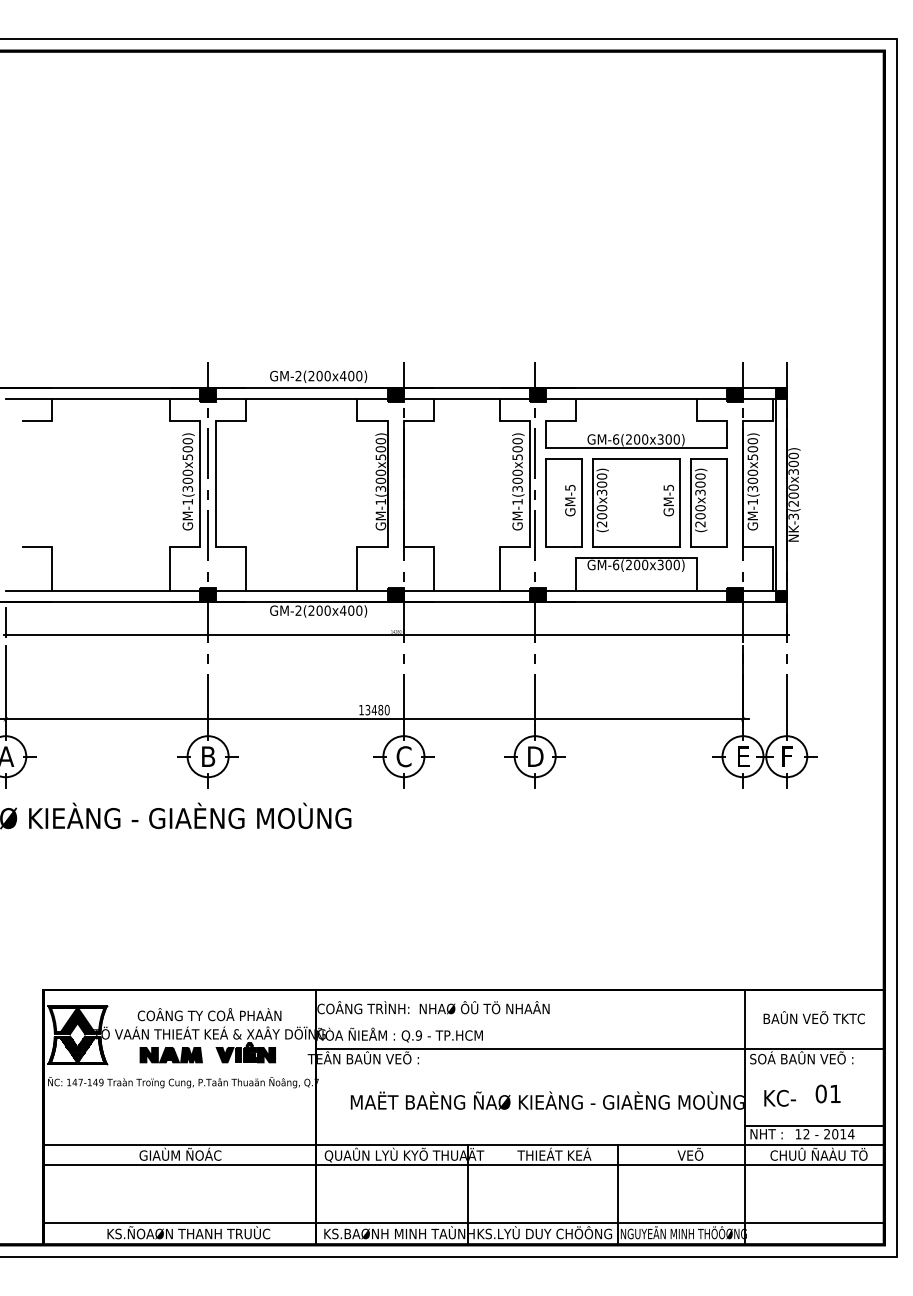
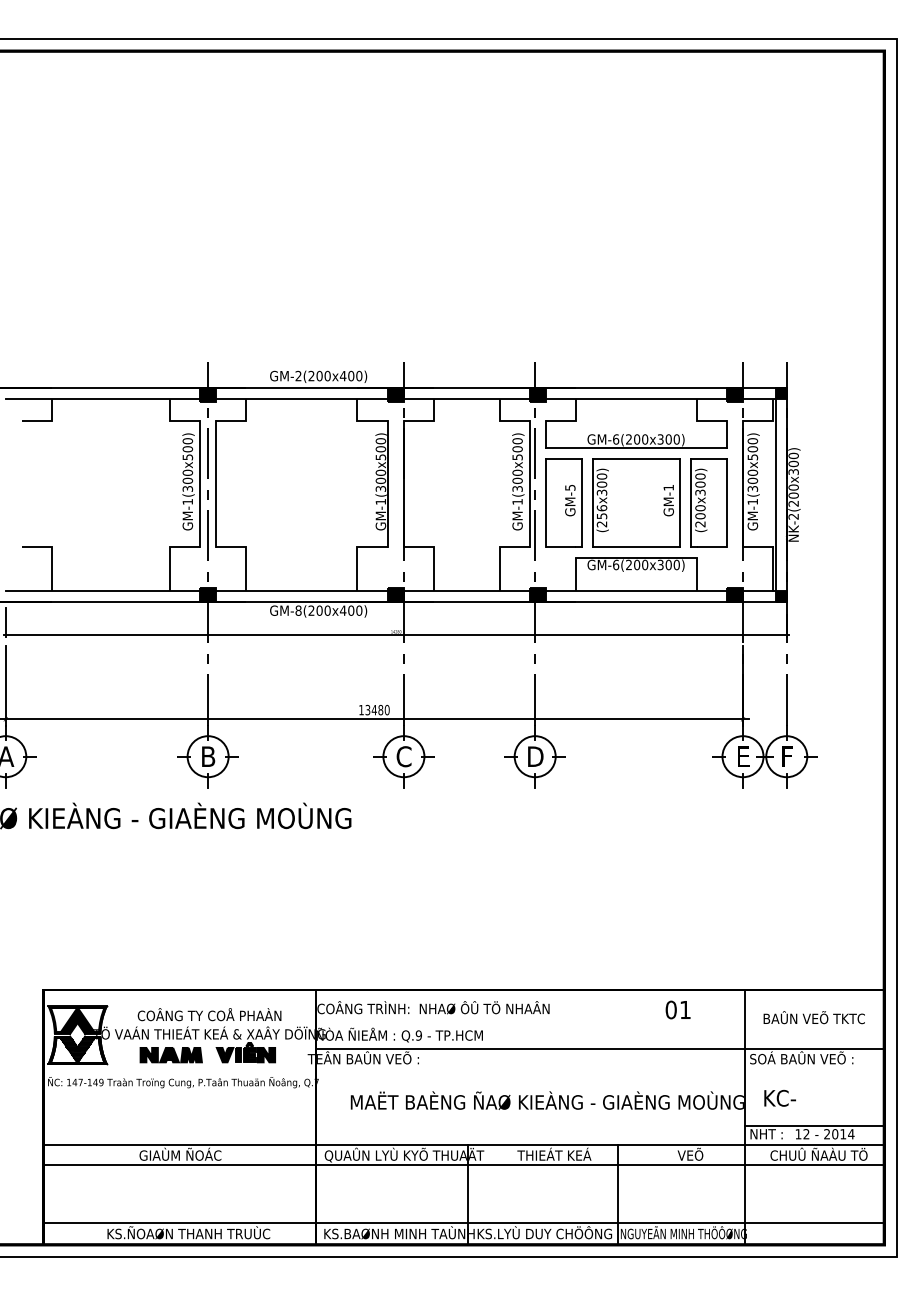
text at (668, 487): GM-5 -> GM-1
text at (601, 512): (200x300) -> (256x300)
text at (793, 516): ÑK-3(200x300) -> ÑK-2(200x300)
text at (298, 610): GM-2(200x400) -> GM-8(200x400)
text at (827, 1093) position: (827, 1093) -> (677, 1009)
